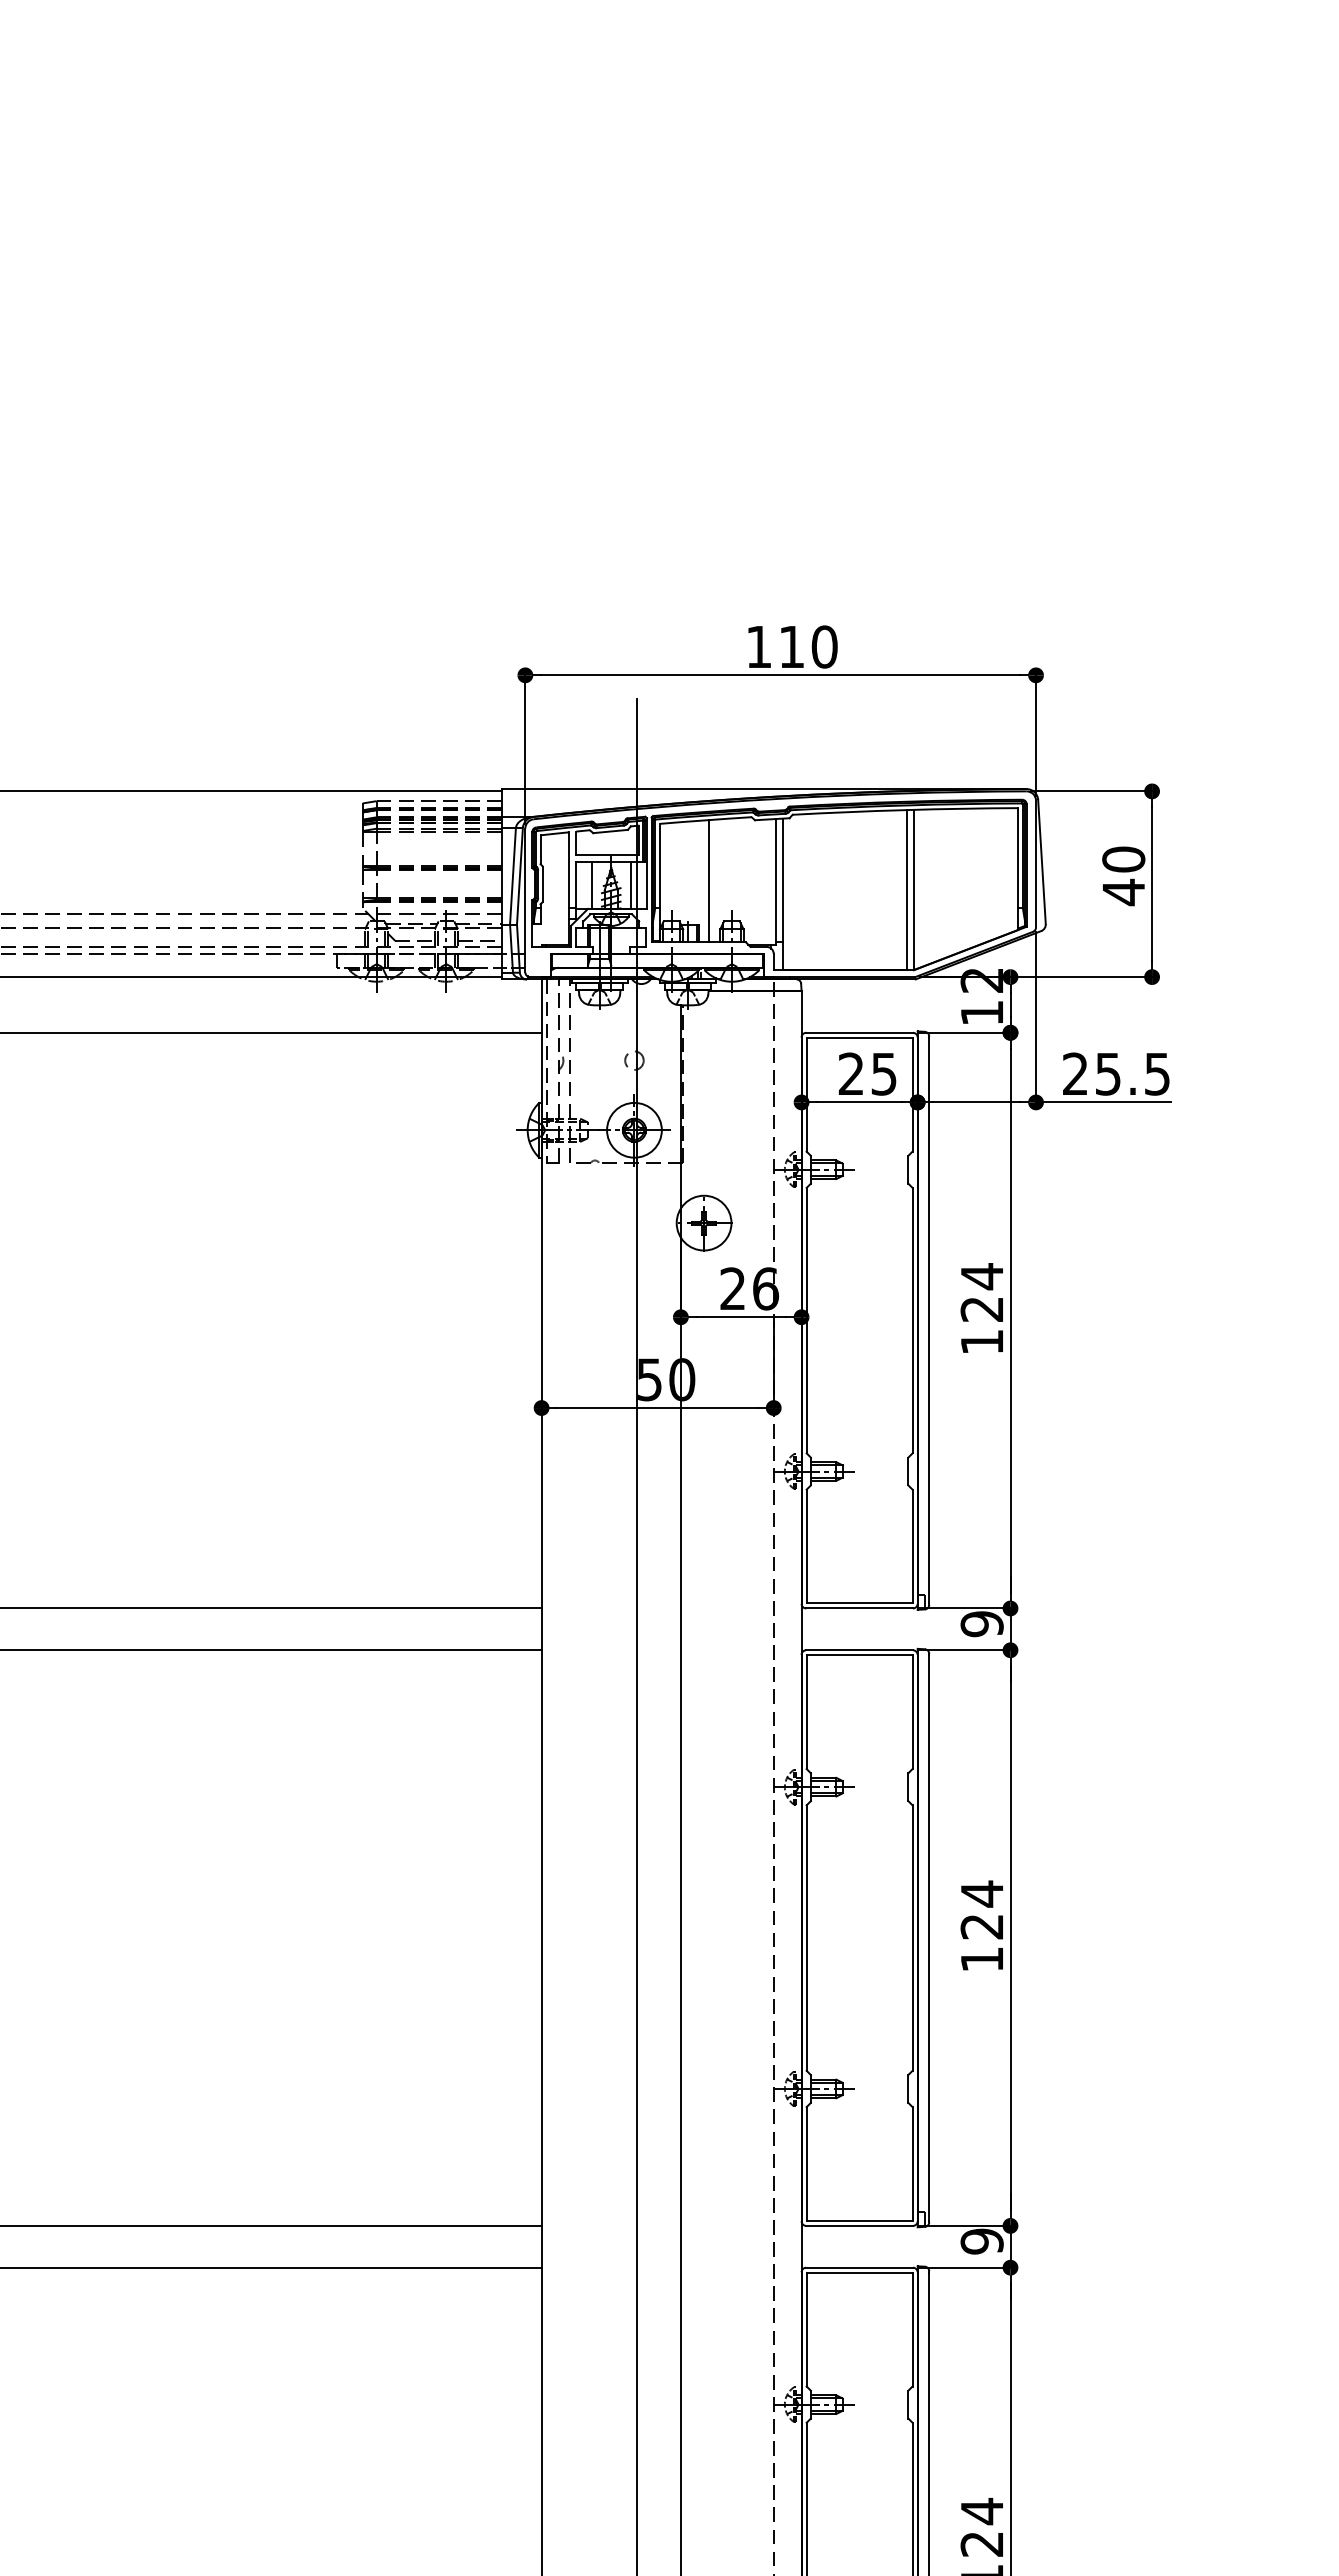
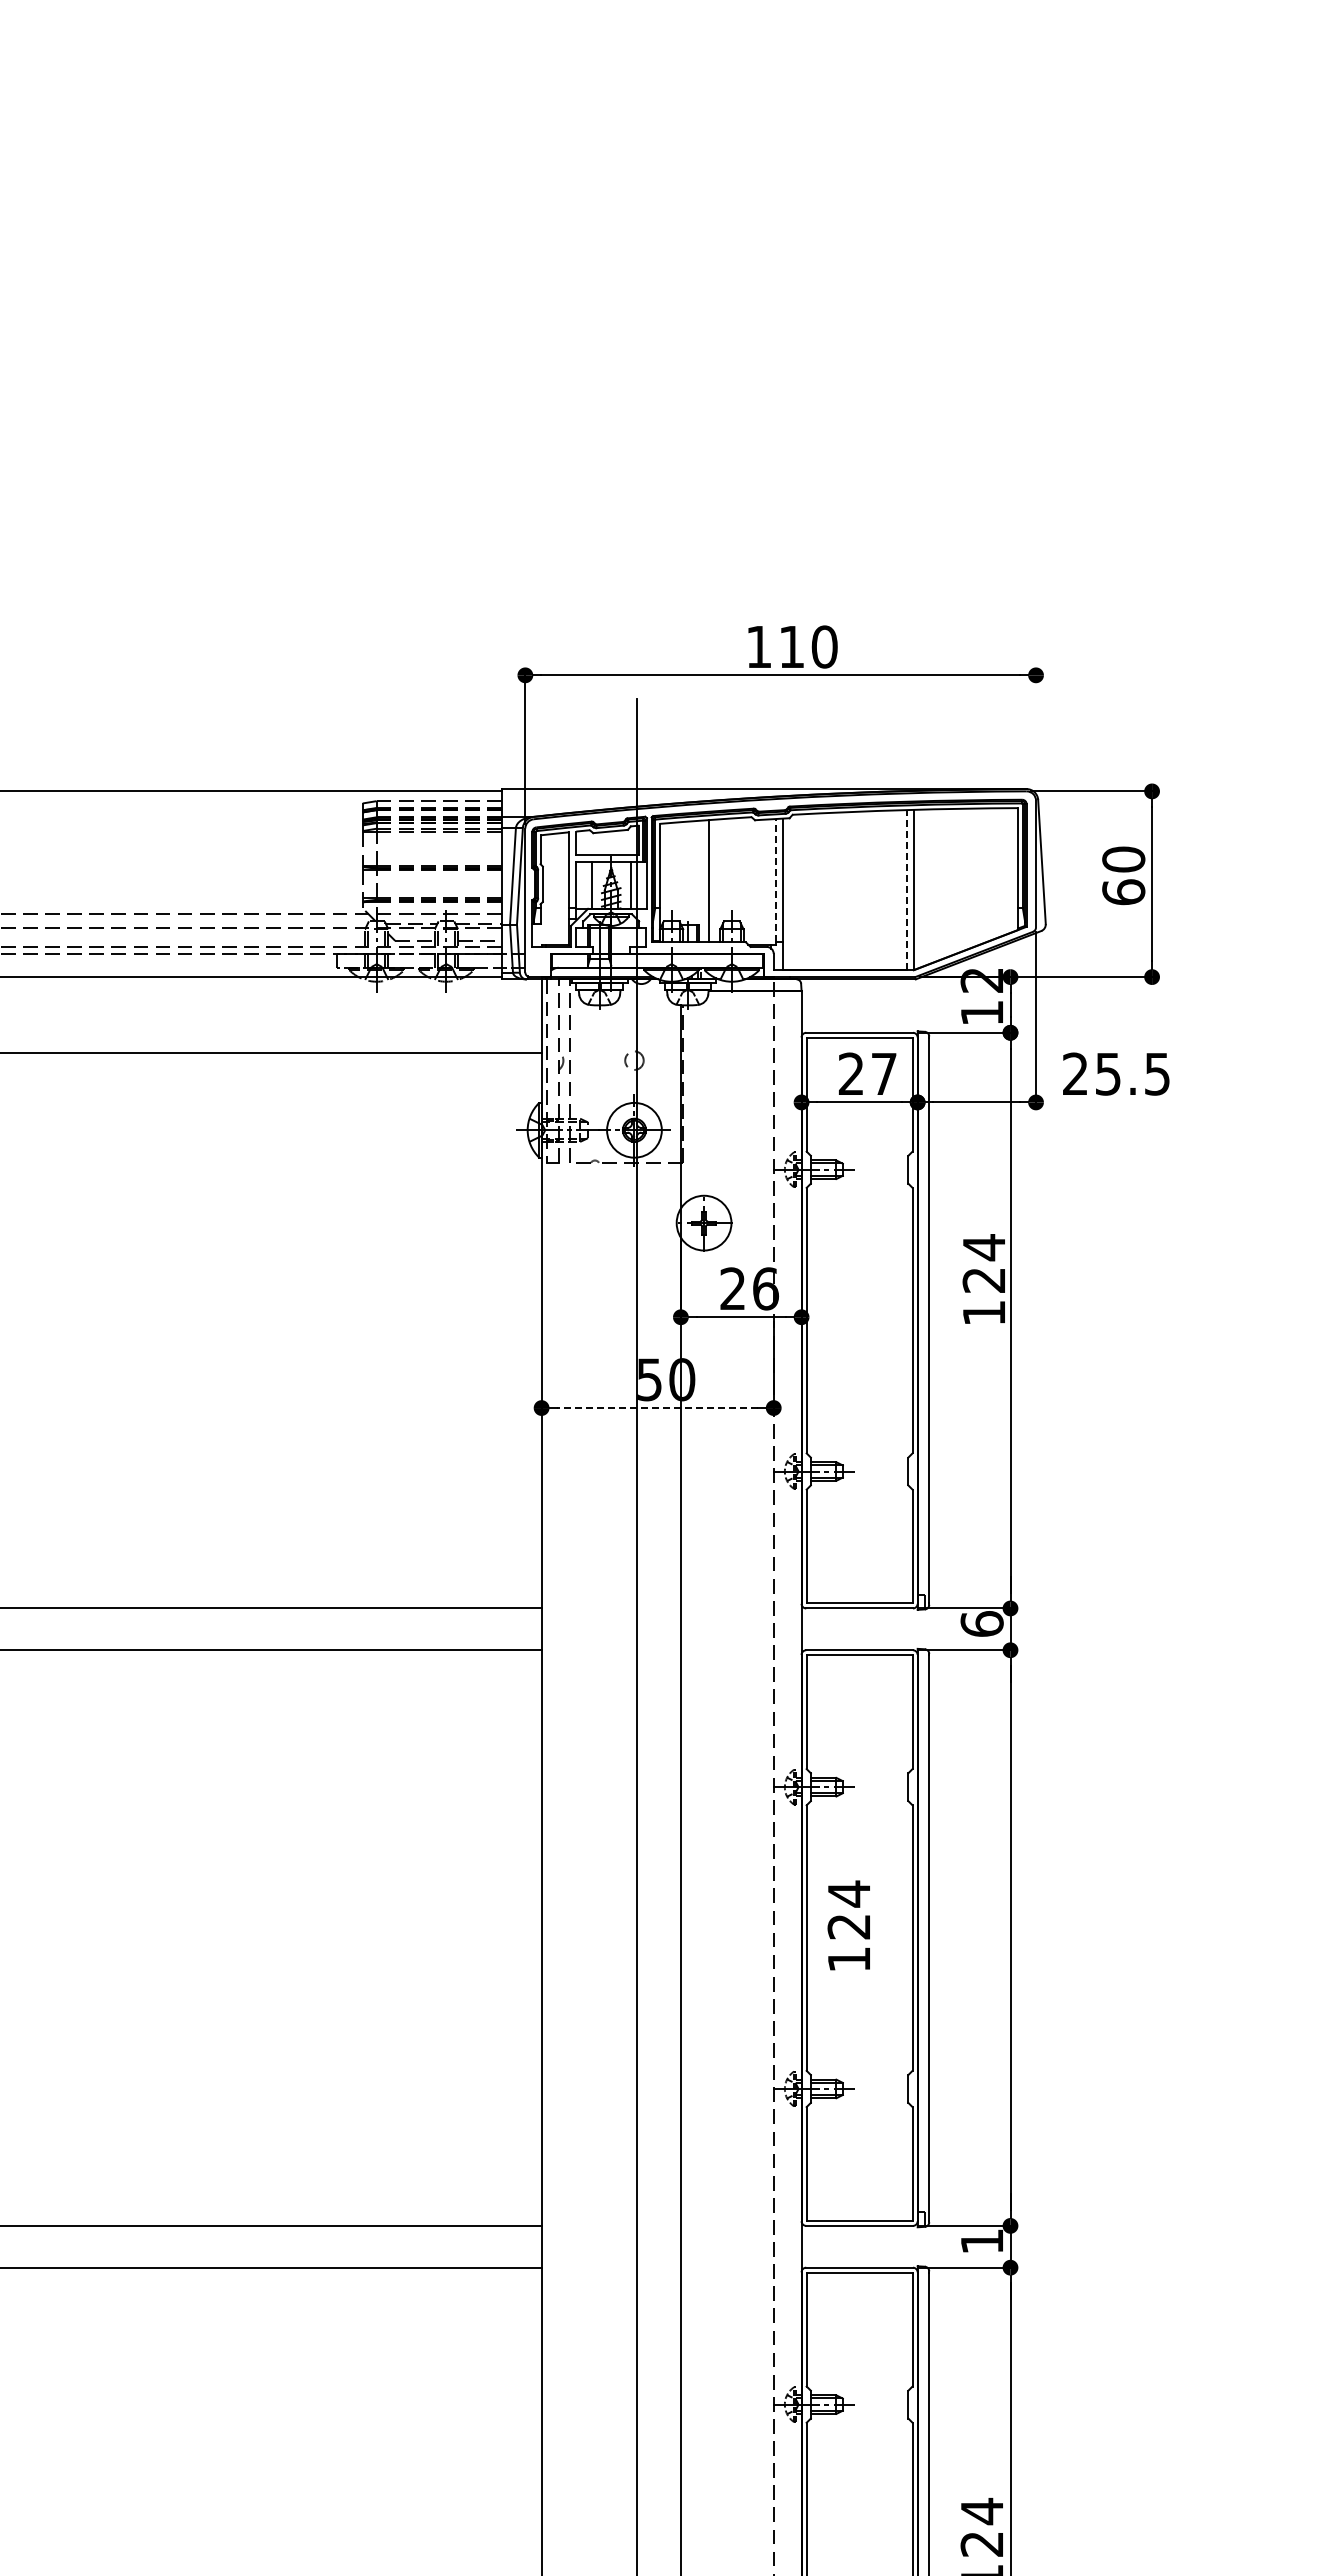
line at (1036, 733): present -> none
line at (775, 880): solid -> dashed
line at (906, 889): solid -> dashed
text at (1123, 892): 40 -> 60
line at (271, 1032) position: (271, 1032) -> (271, 1052)
text at (883, 1074): 25 -> 27
line at (1103, 1102): present -> none
text at (981, 1307) position: (981, 1307) -> (983, 1278)
line at (657, 1408): solid -> dashed
text at (981, 1624): 9 -> 6
text at (981, 1925) position: (981, 1925) -> (848, 1925)
text at (981, 2241): 9 -> 1
